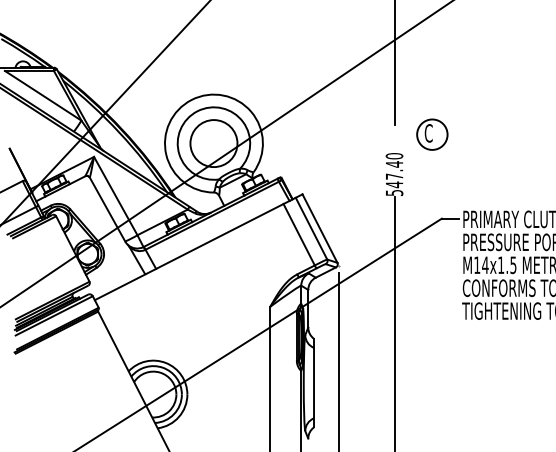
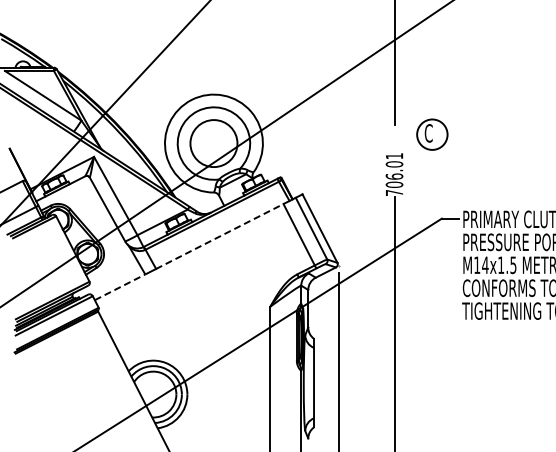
text at (394, 174): 547.40 -> 706.01
line at (222, 234): solid -> dashed
line at (120, 287): solid -> dashed
